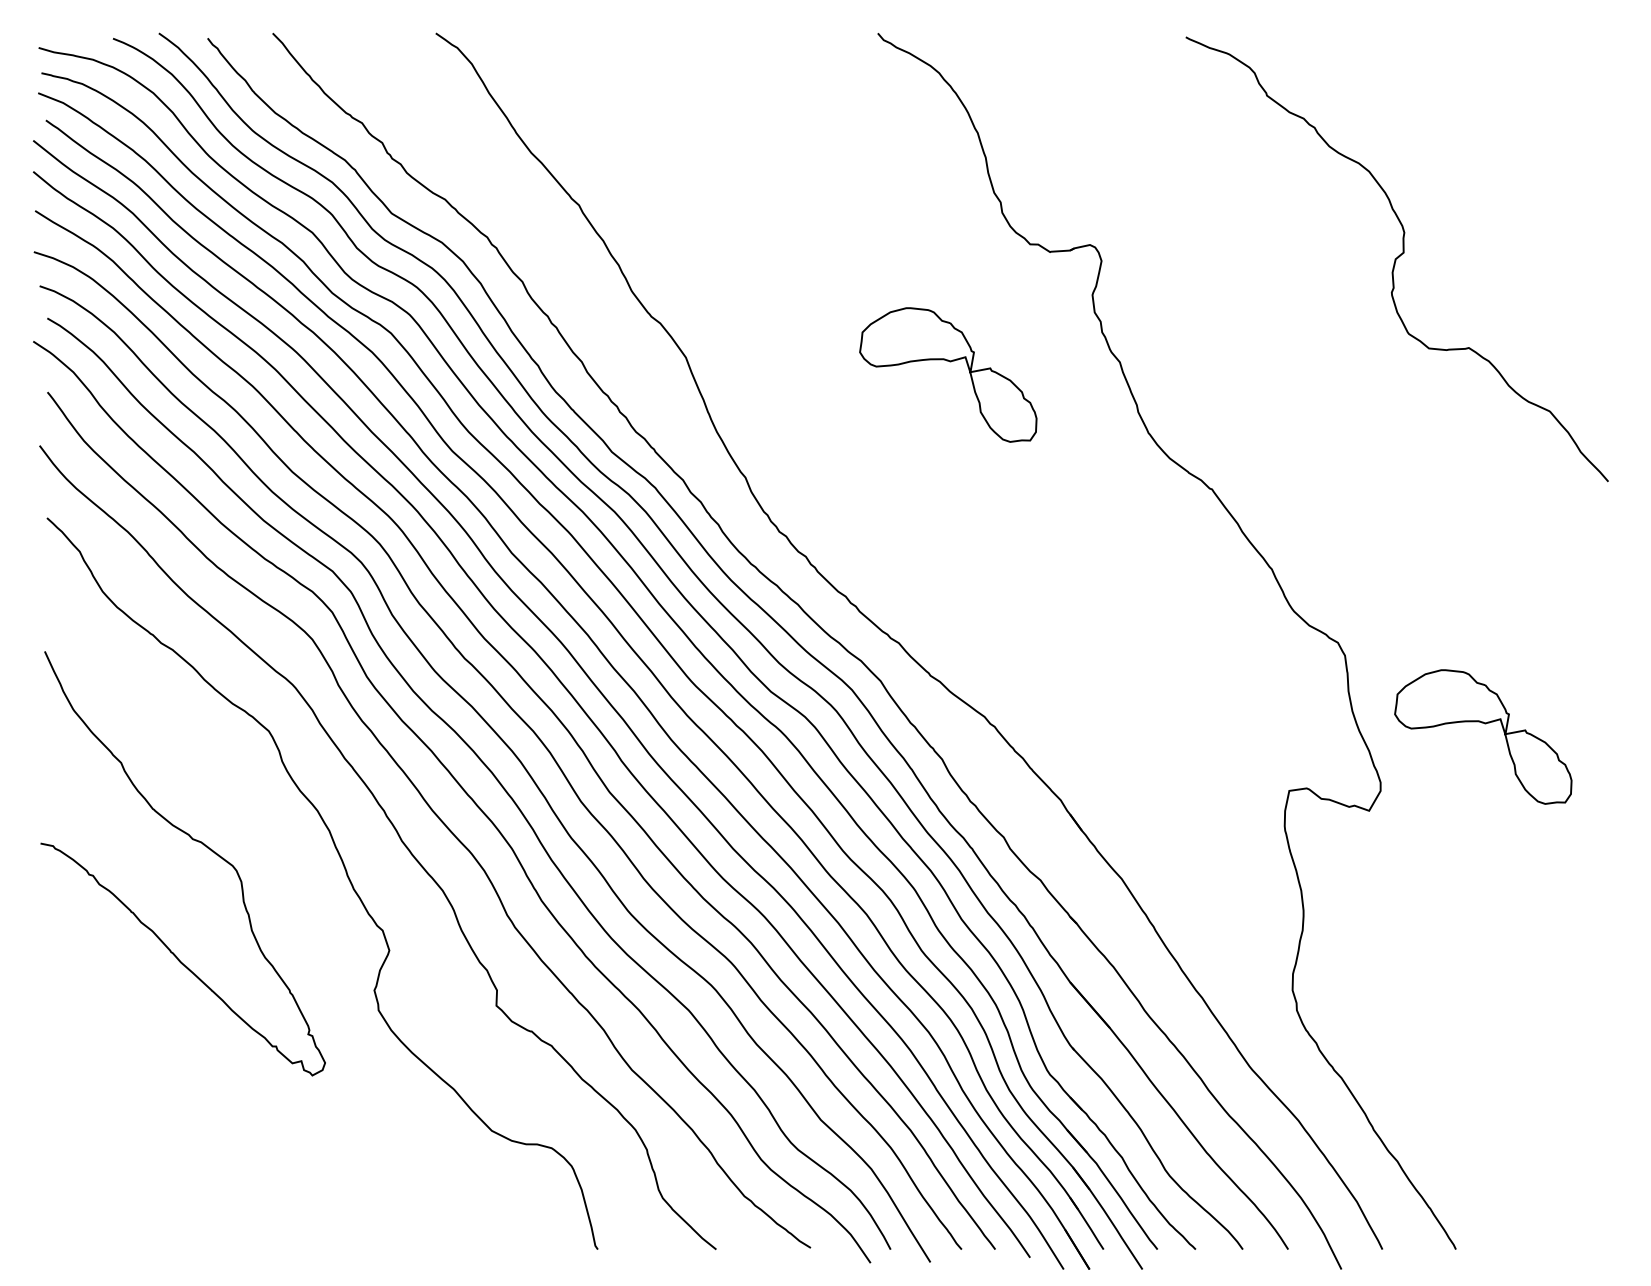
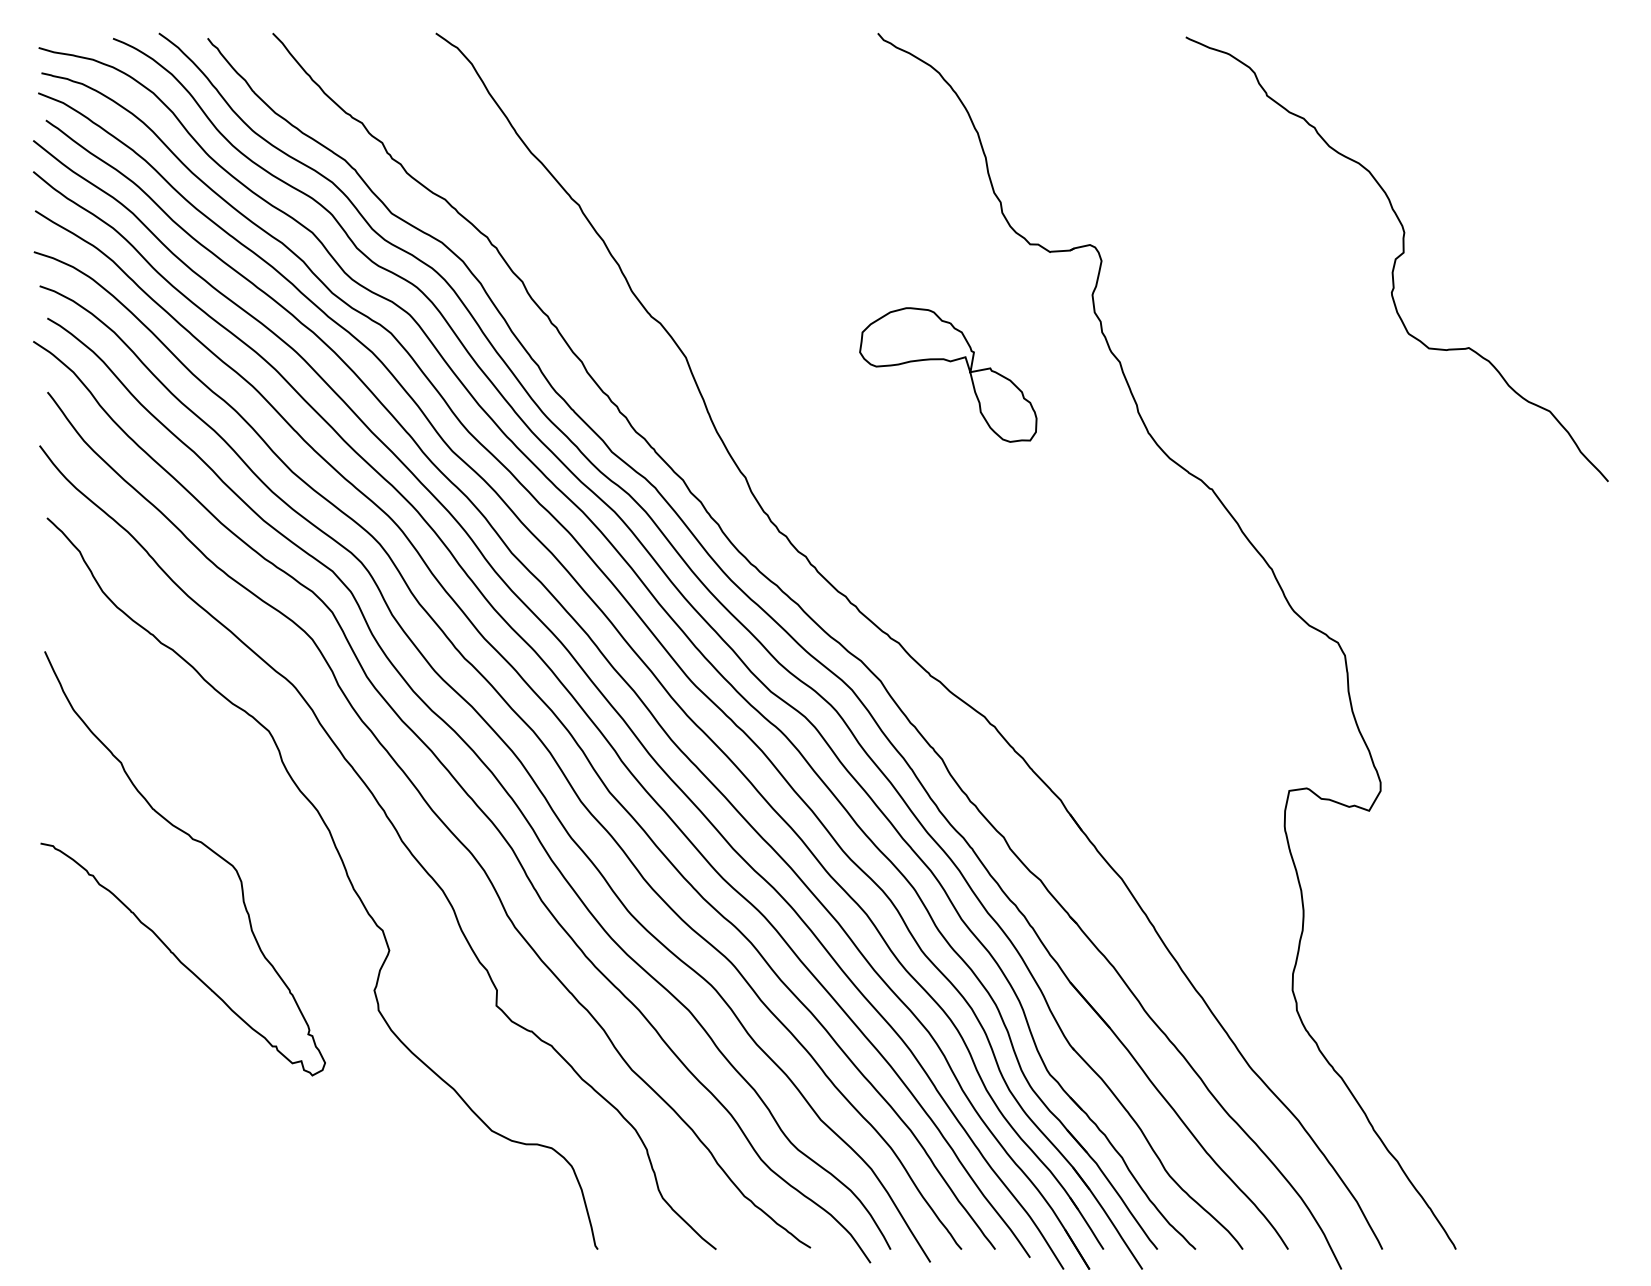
part at (1484, 724): present -> none
